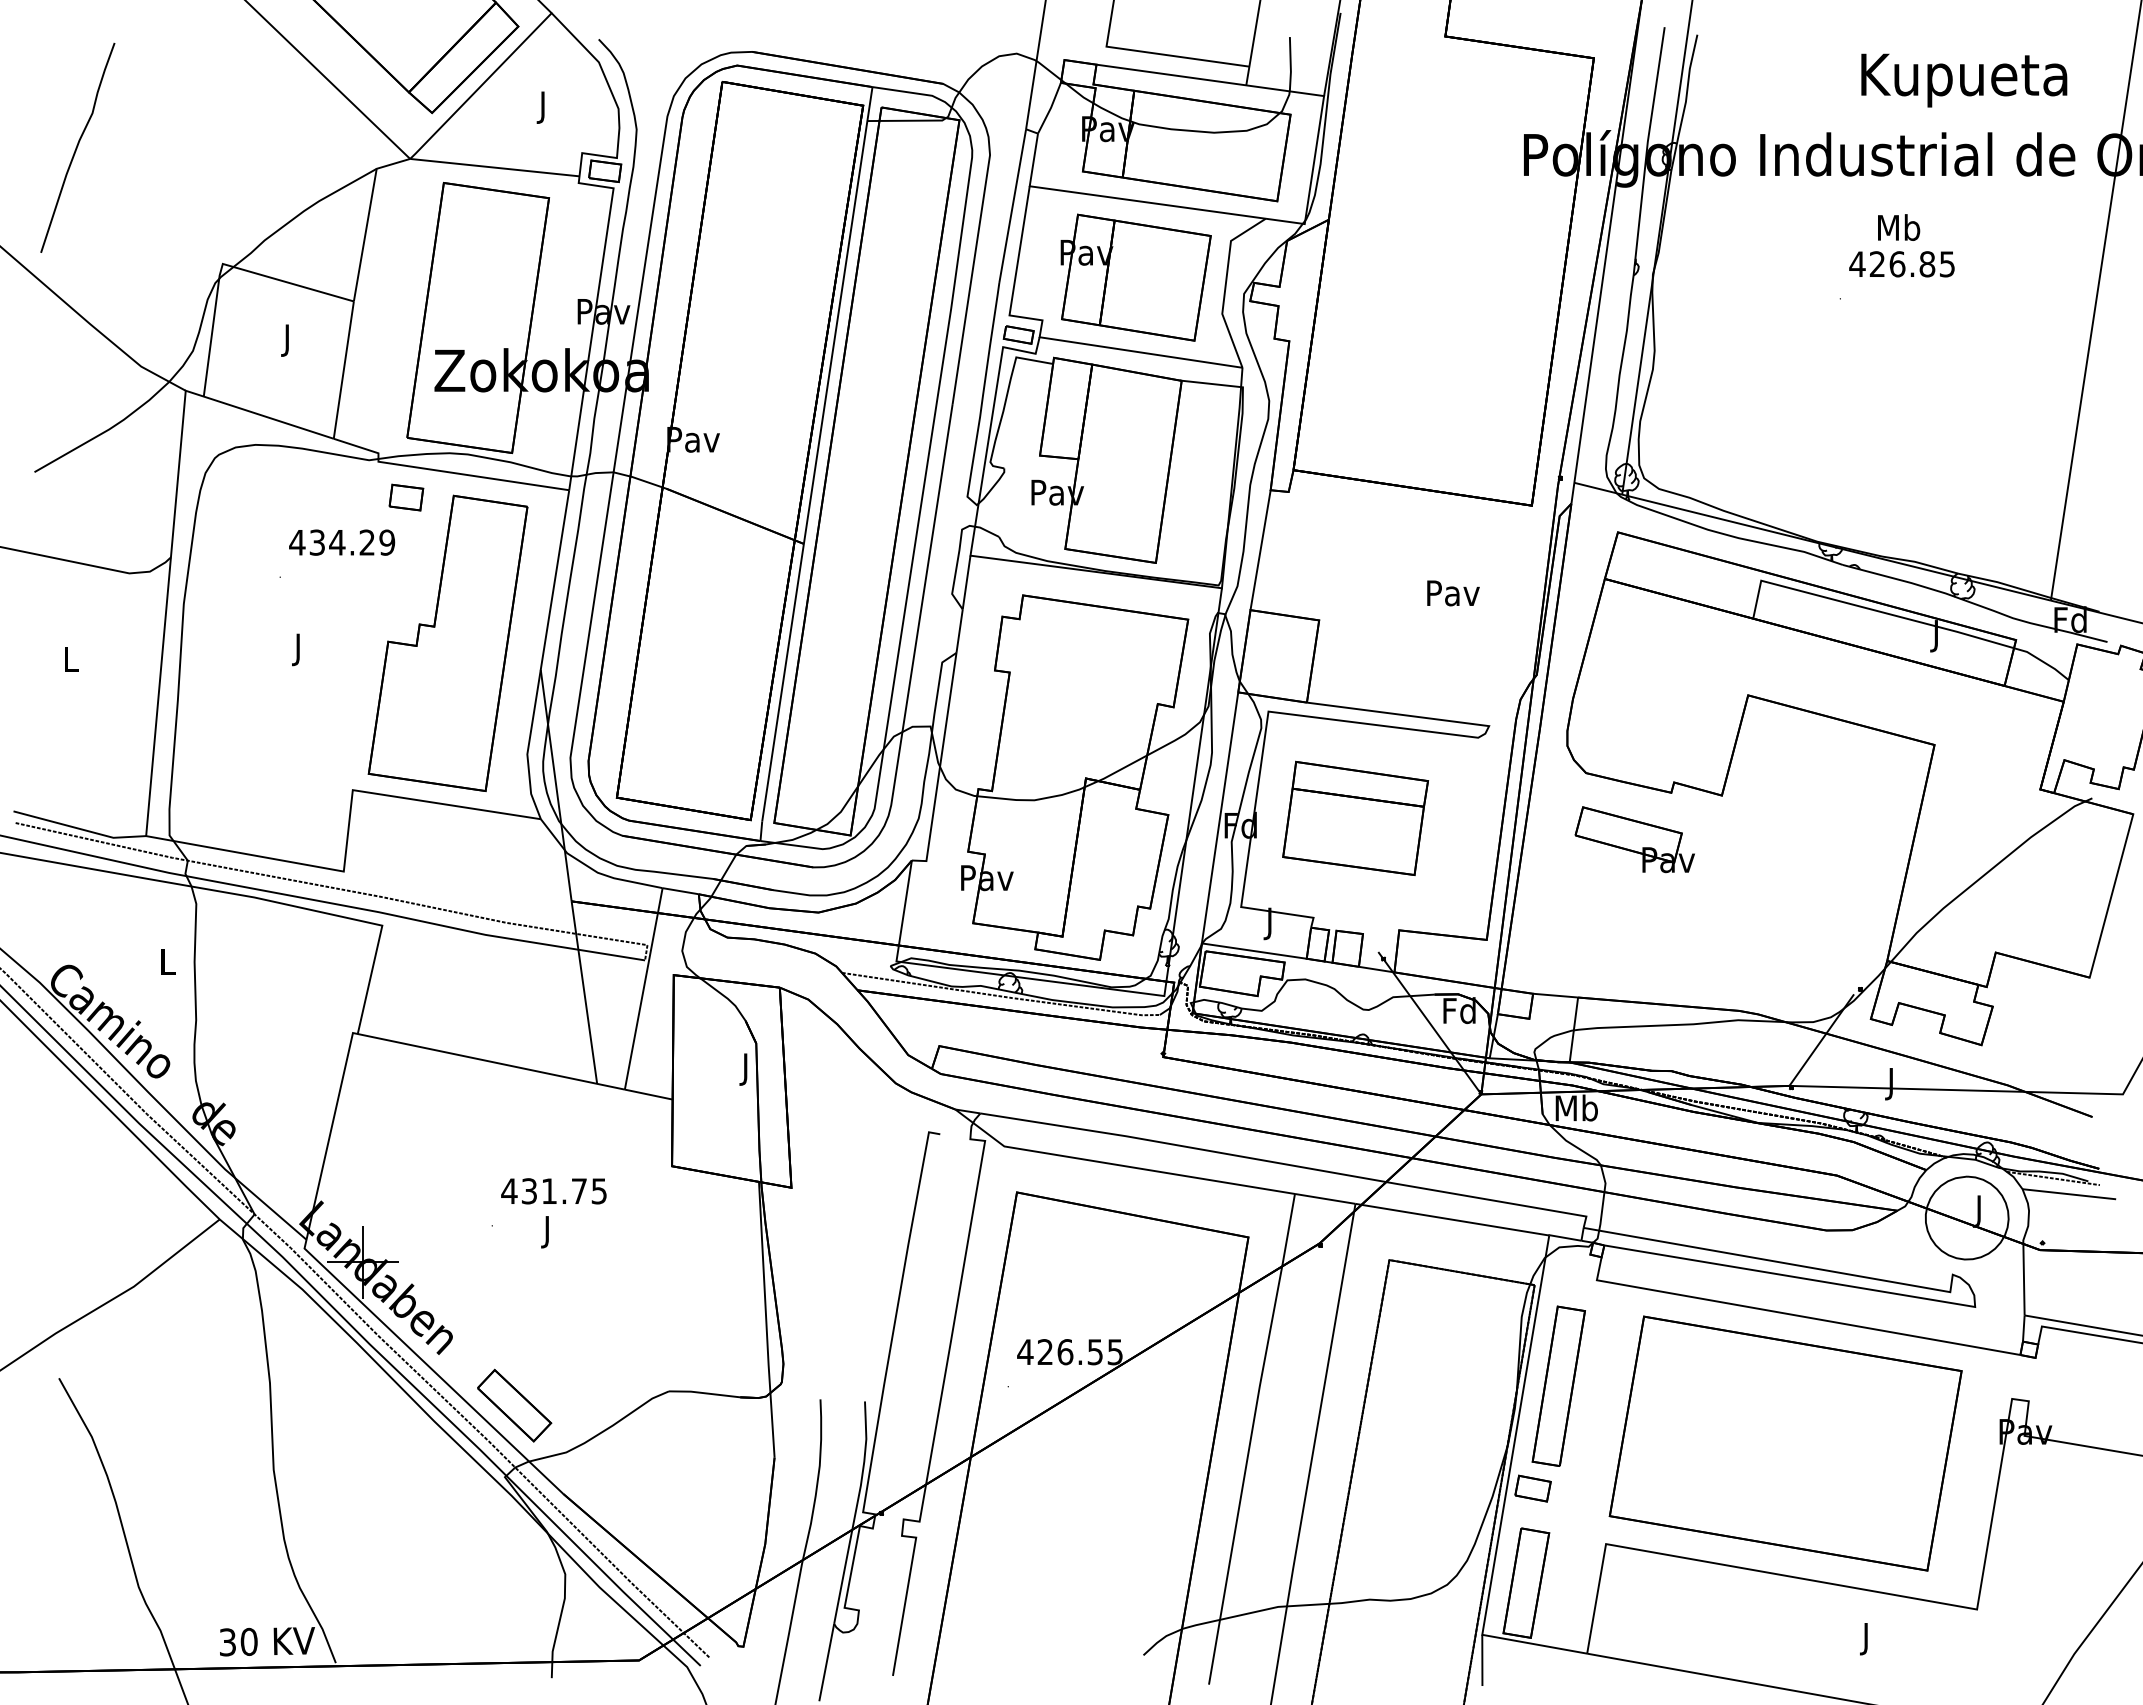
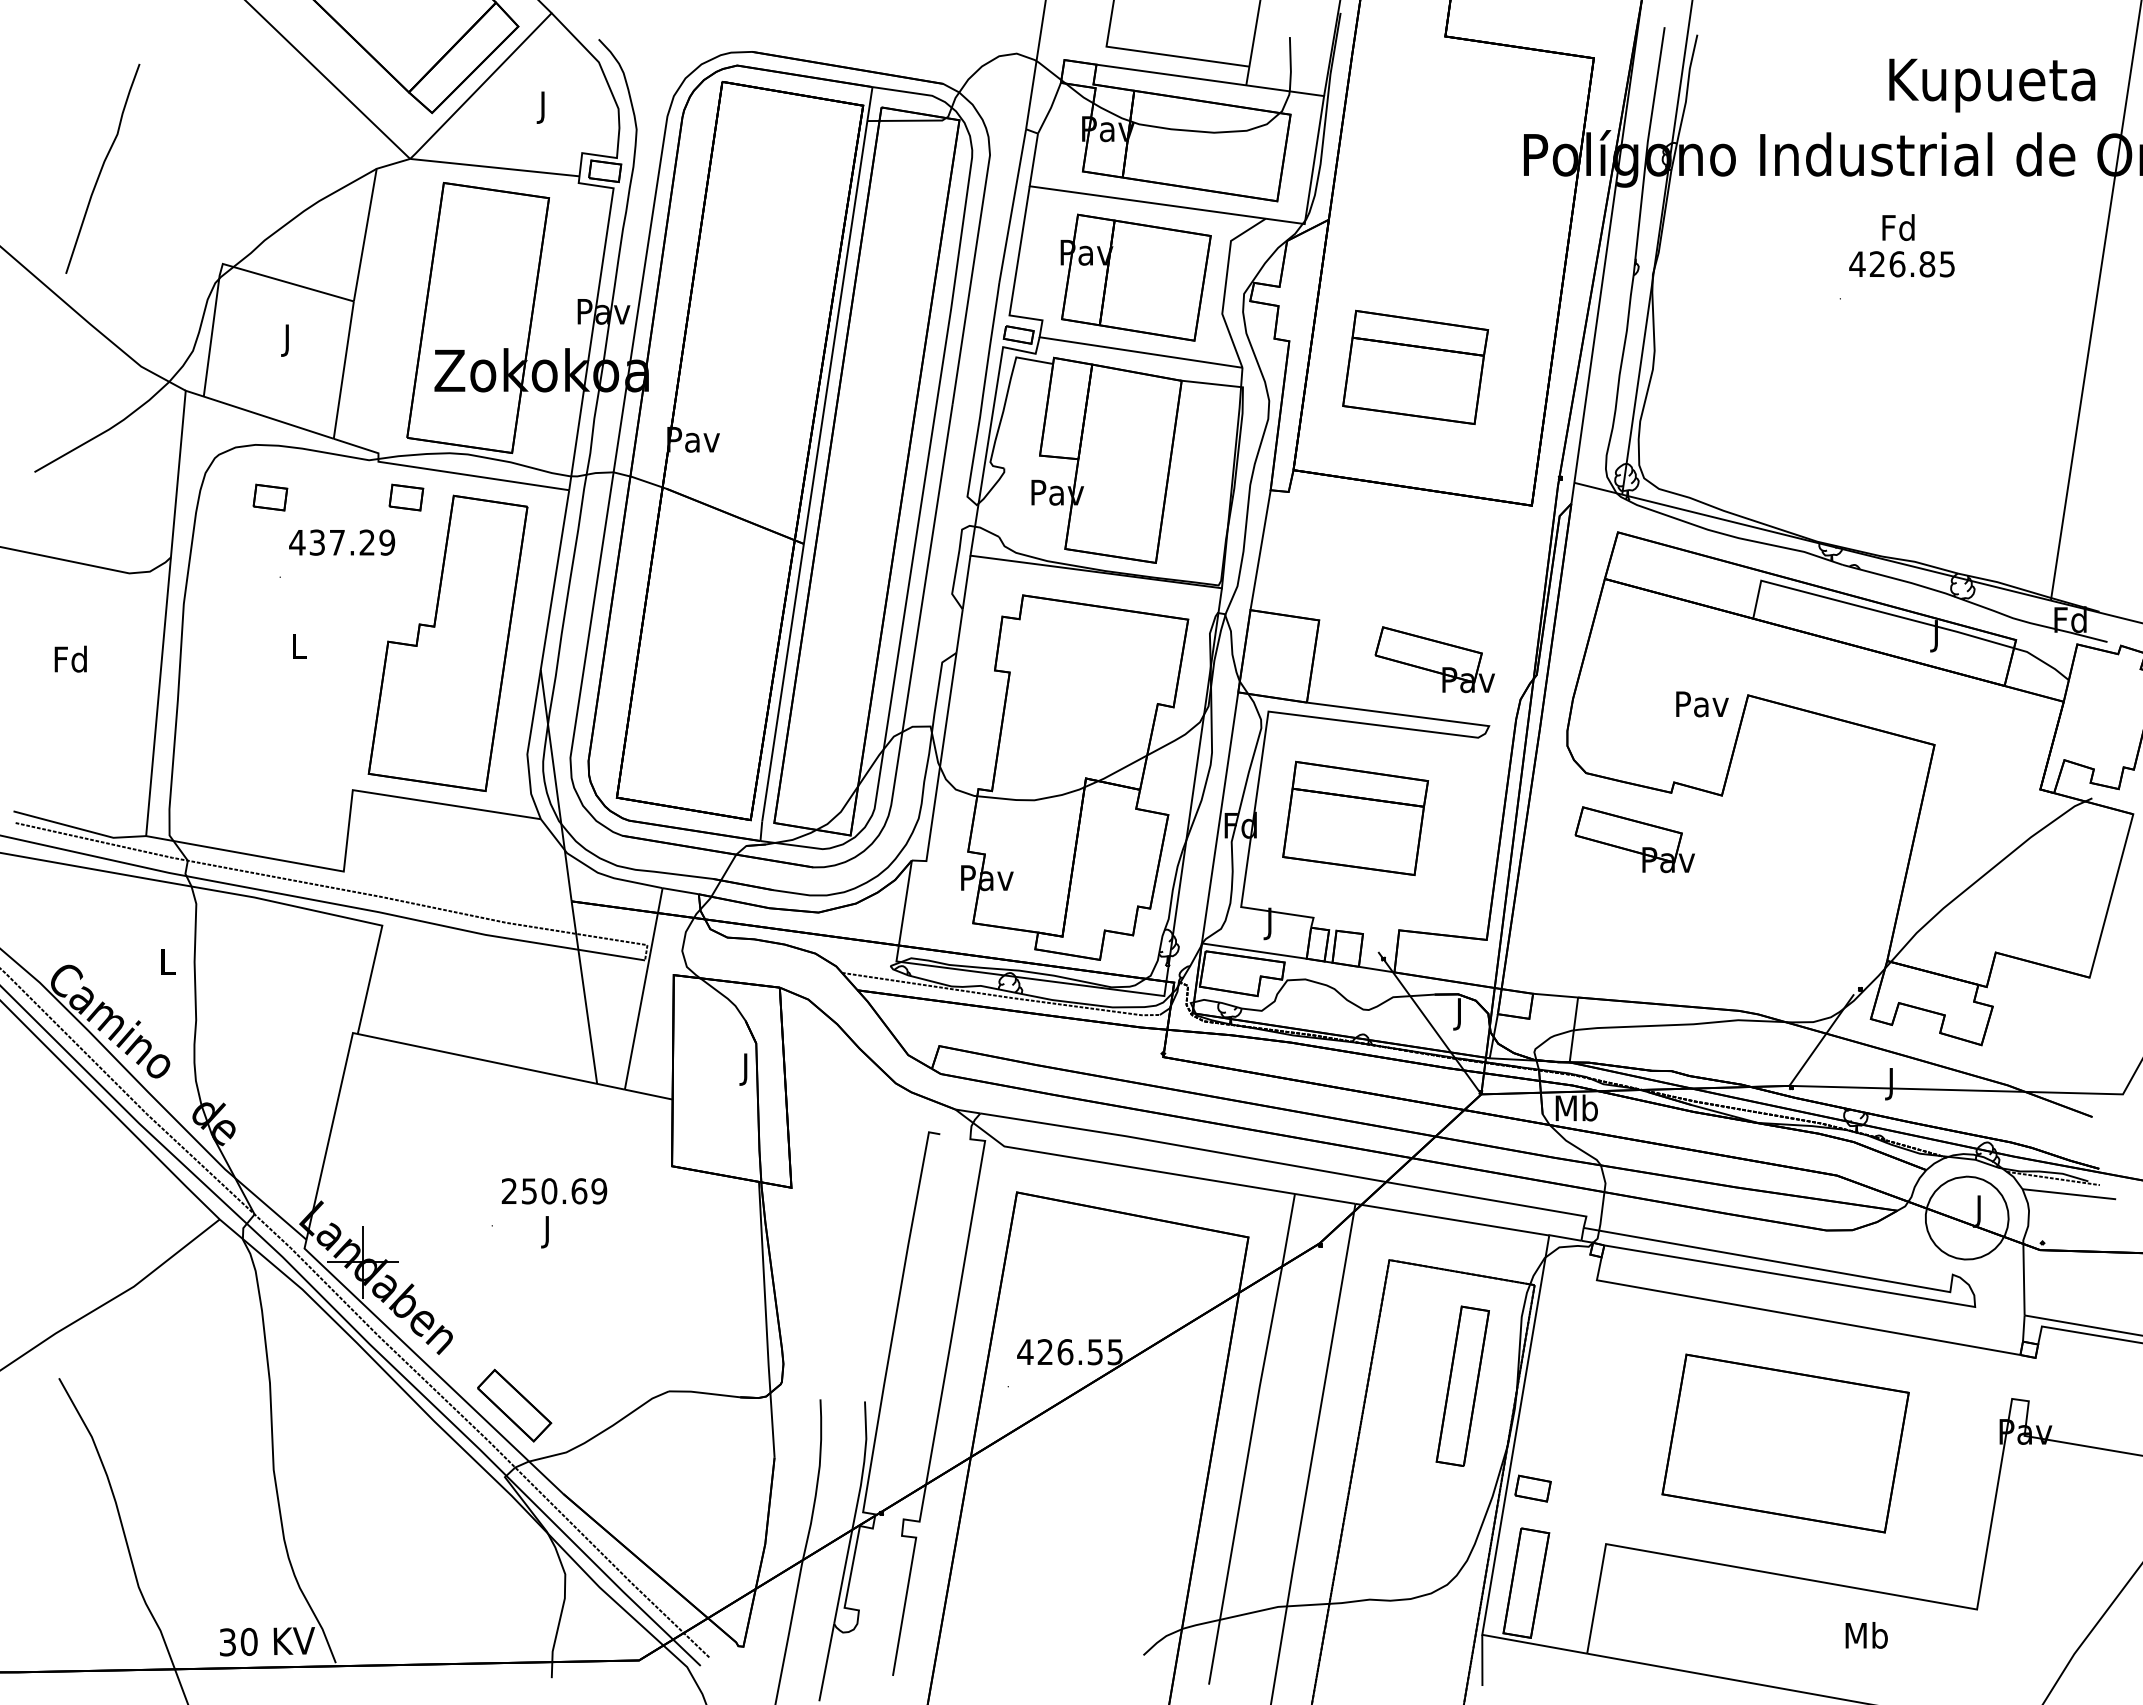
text at (1964, 80) position: (1964, 80) -> (1992, 85)
curve at (77, 147) position: (77, 147) -> (102, 168)
text at (1899, 227): Mb -> Fd
part at (1415, 366): none -> present
part at (270, 497): none -> present
text at (337, 542): 434.29 -> 437.29
text at (1453, 593) position: (1453, 593) -> (1702, 704)
text at (299, 649): J -> L
text at (70, 658): L -> Fd
part at (1434, 659): none -> present
text at (1459, 1013): Fd -> J
text at (554, 1191): 431.75 -> 250.69
part at (1558, 1385) position: (1558, 1385) -> (1462, 1385)
part at (1785, 1443) size: 355x257 px -> 249x181 px
text at (1866, 1638): J -> Mb
